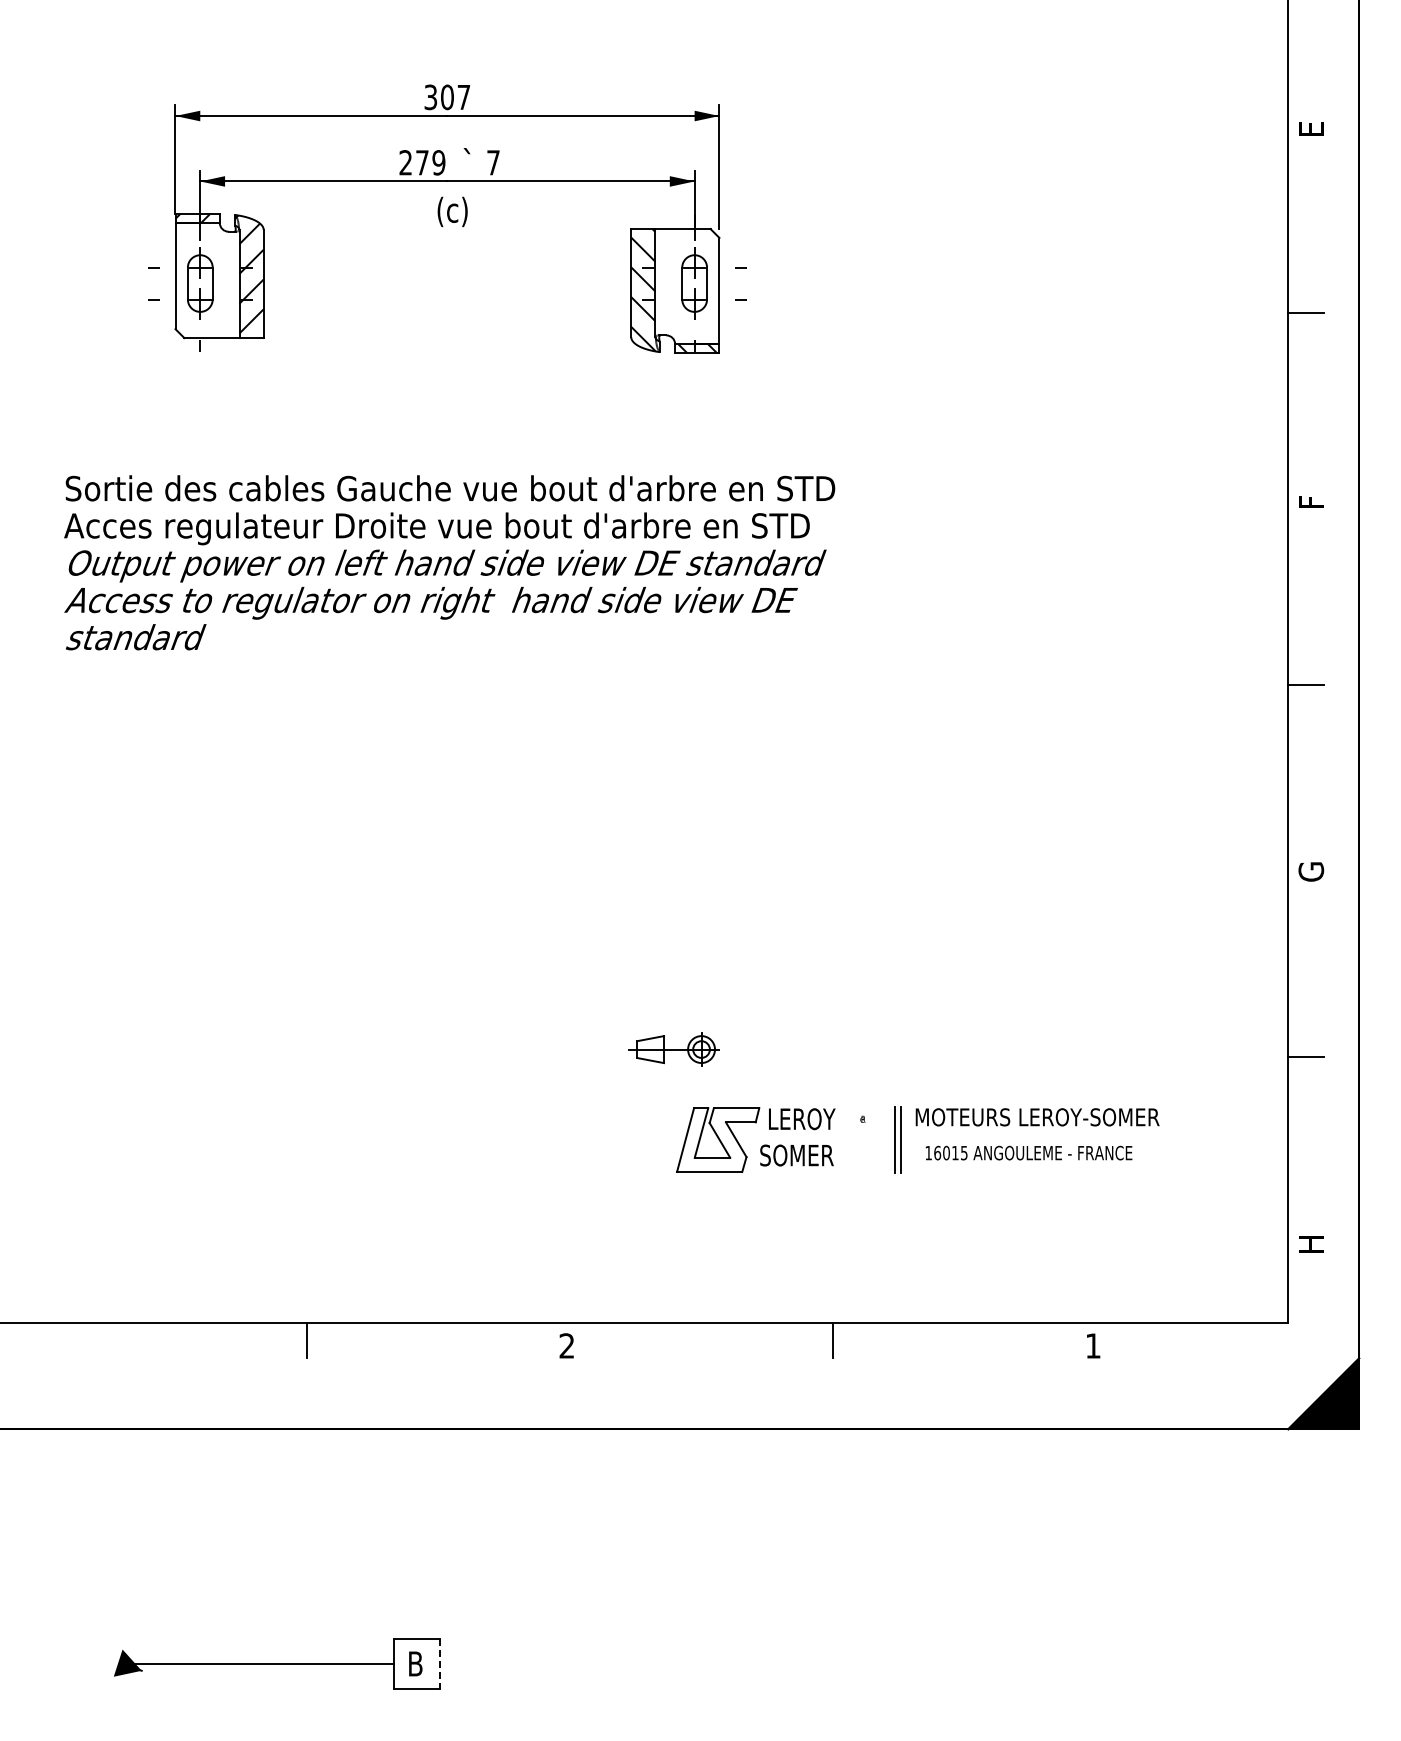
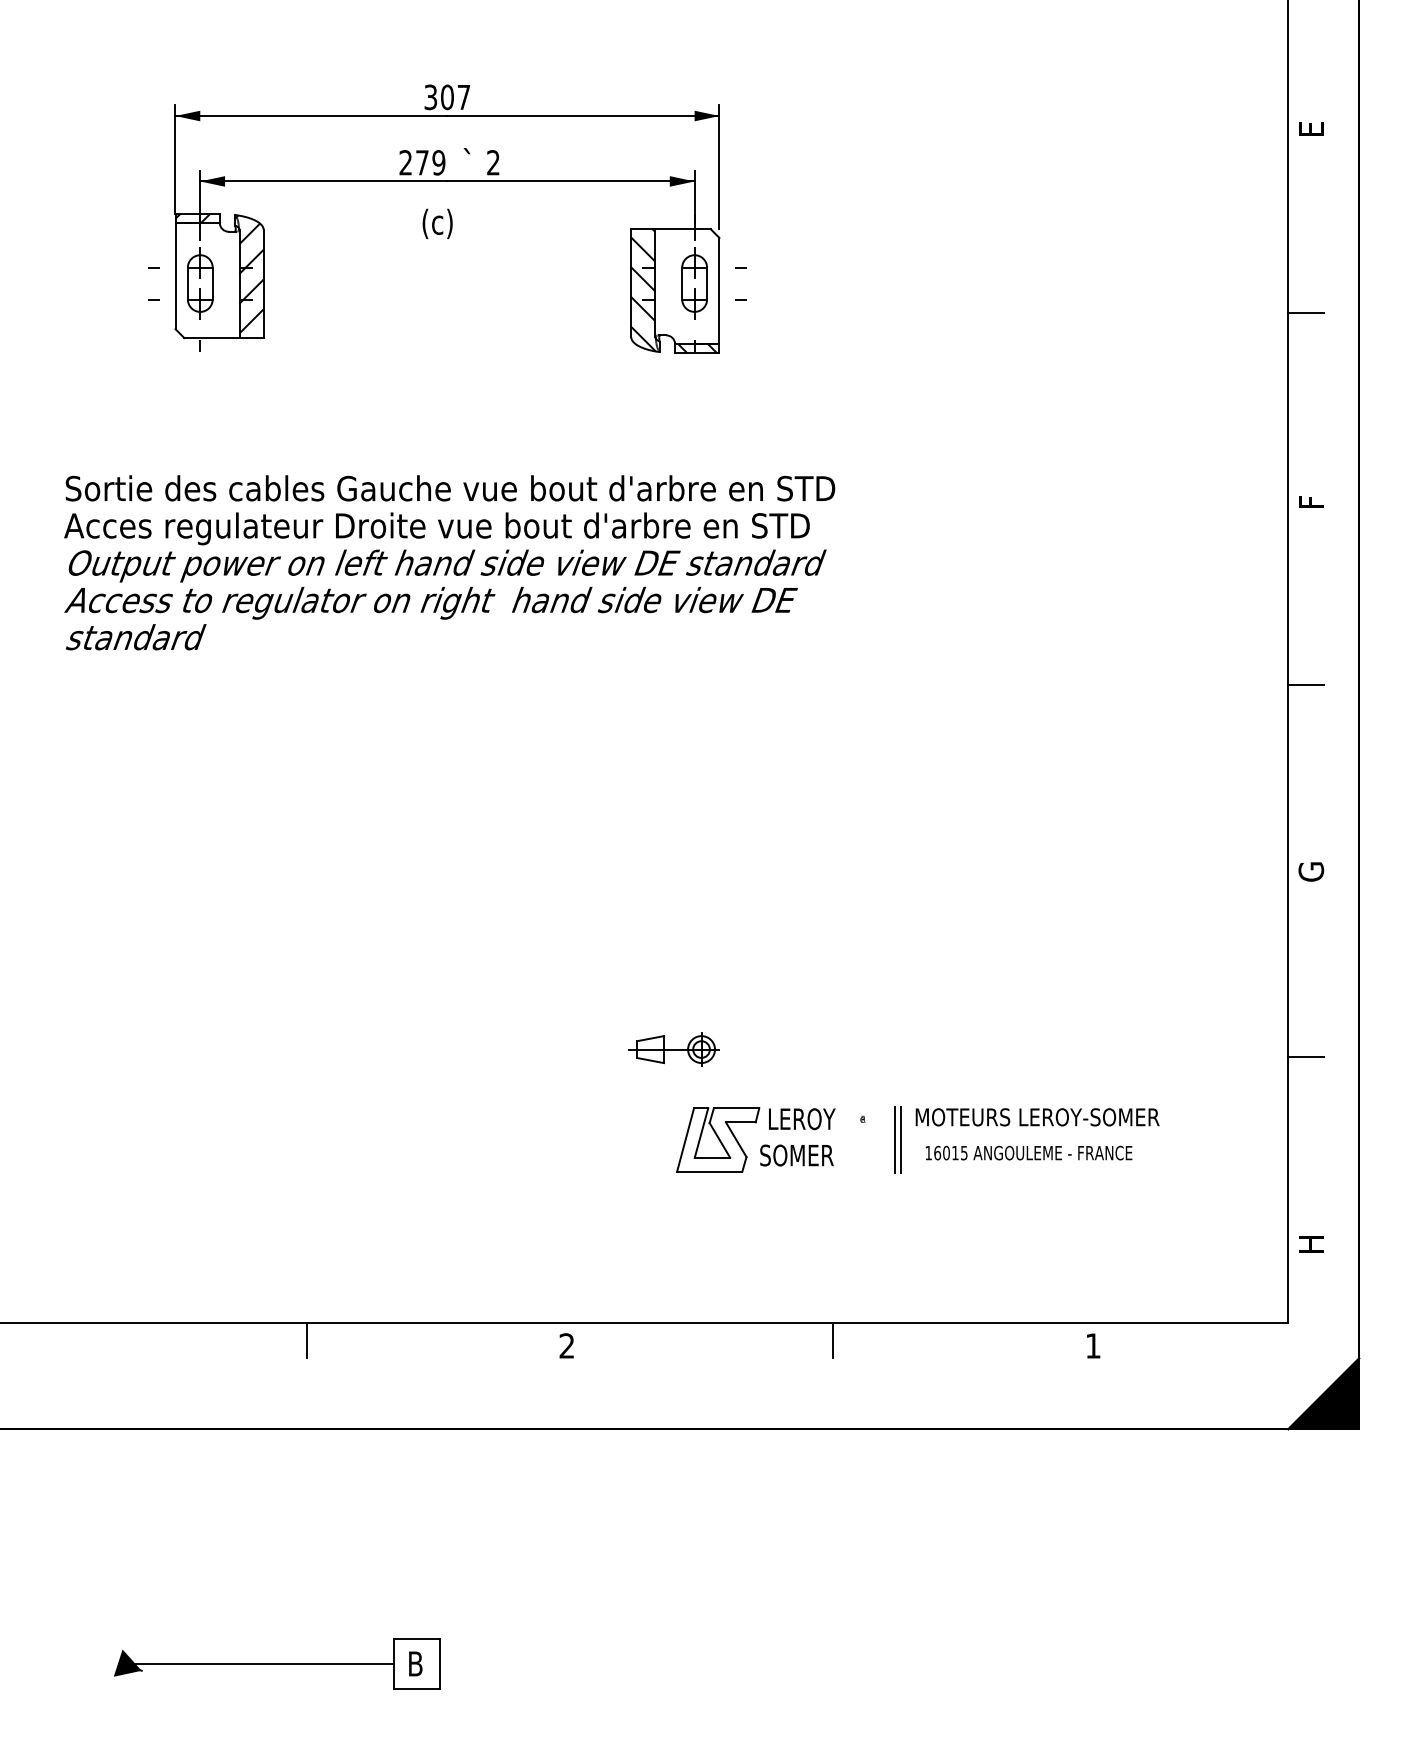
text at (493, 162): 7 -> 2
text at (452, 211) position: (452, 211) -> (437, 223)
line at (440, 1663): dashed -> solid
